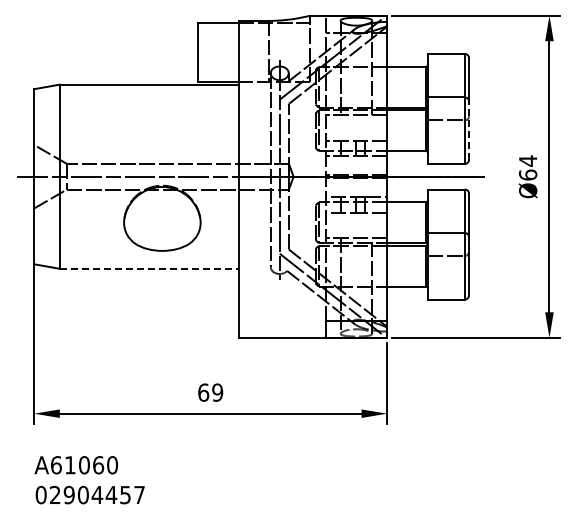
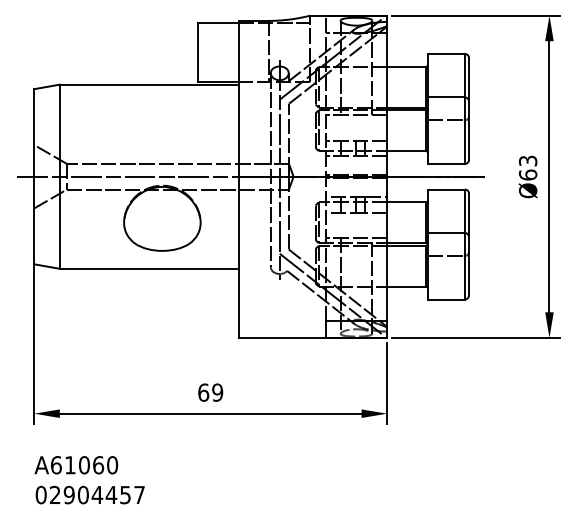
line at (469, 130): dashed -> solid
text at (527, 160): Ø64 -> Ø63
line at (149, 268): dashed -> solid
